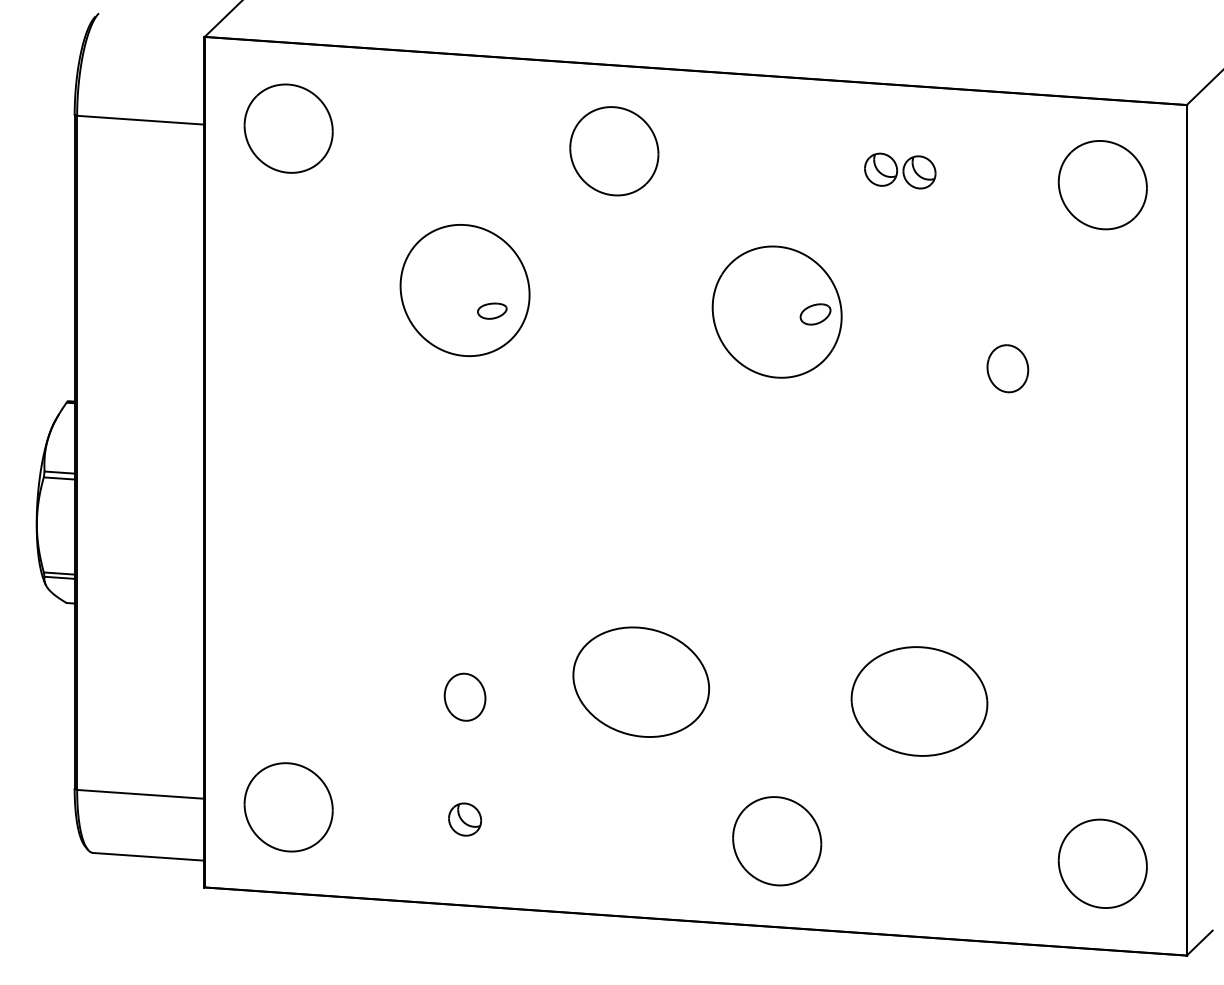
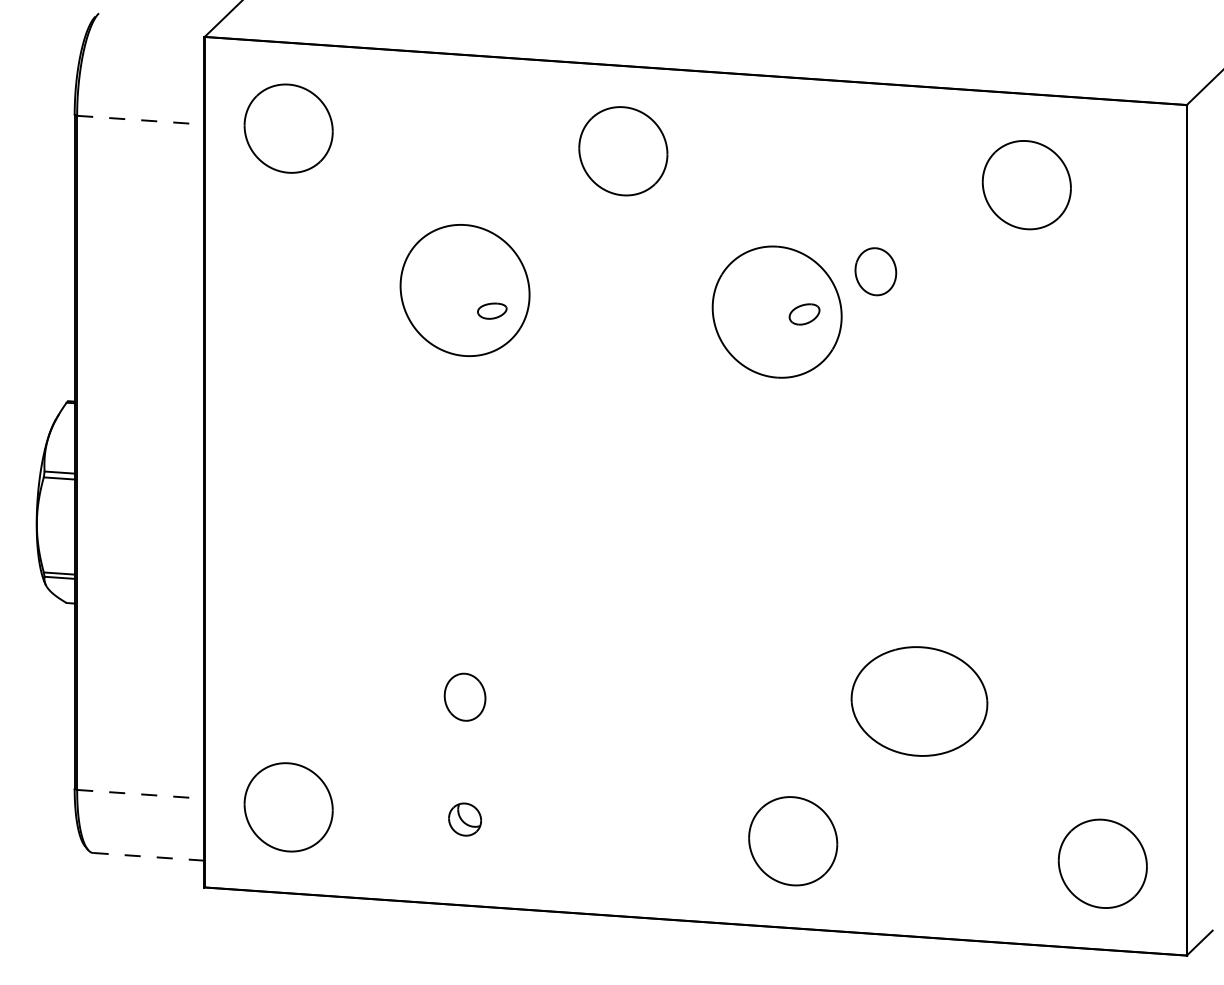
line at (140, 120): solid -> dashed
part at (614, 151) position: (614, 151) -> (623, 151)
part at (900, 170): present -> none
part at (1102, 185) position: (1102, 185) -> (1026, 185)
part at (815, 314) position: (815, 314) -> (804, 314)
part at (1007, 368) position: (1007, 368) -> (875, 271)
part at (640, 681): present -> none
line at (140, 794): solid -> dashed
part at (777, 841) position: (777, 841) -> (793, 841)
line at (148, 856): solid -> dashed
